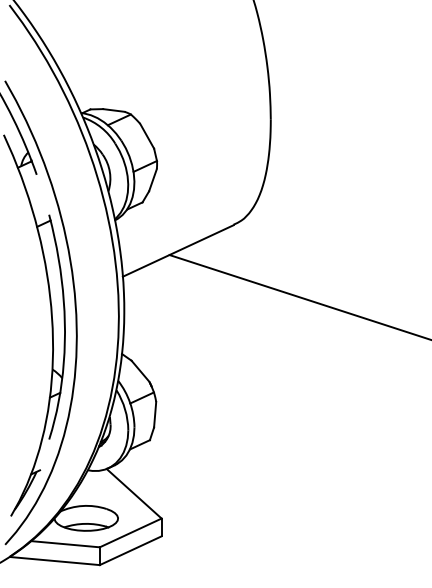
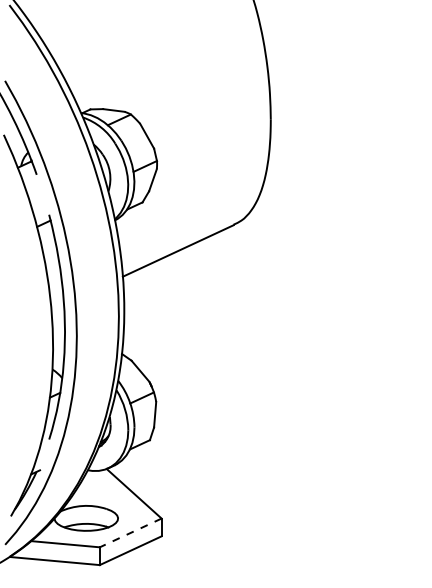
line at (298, 297): present -> none
line at (130, 533): solid -> dashed
